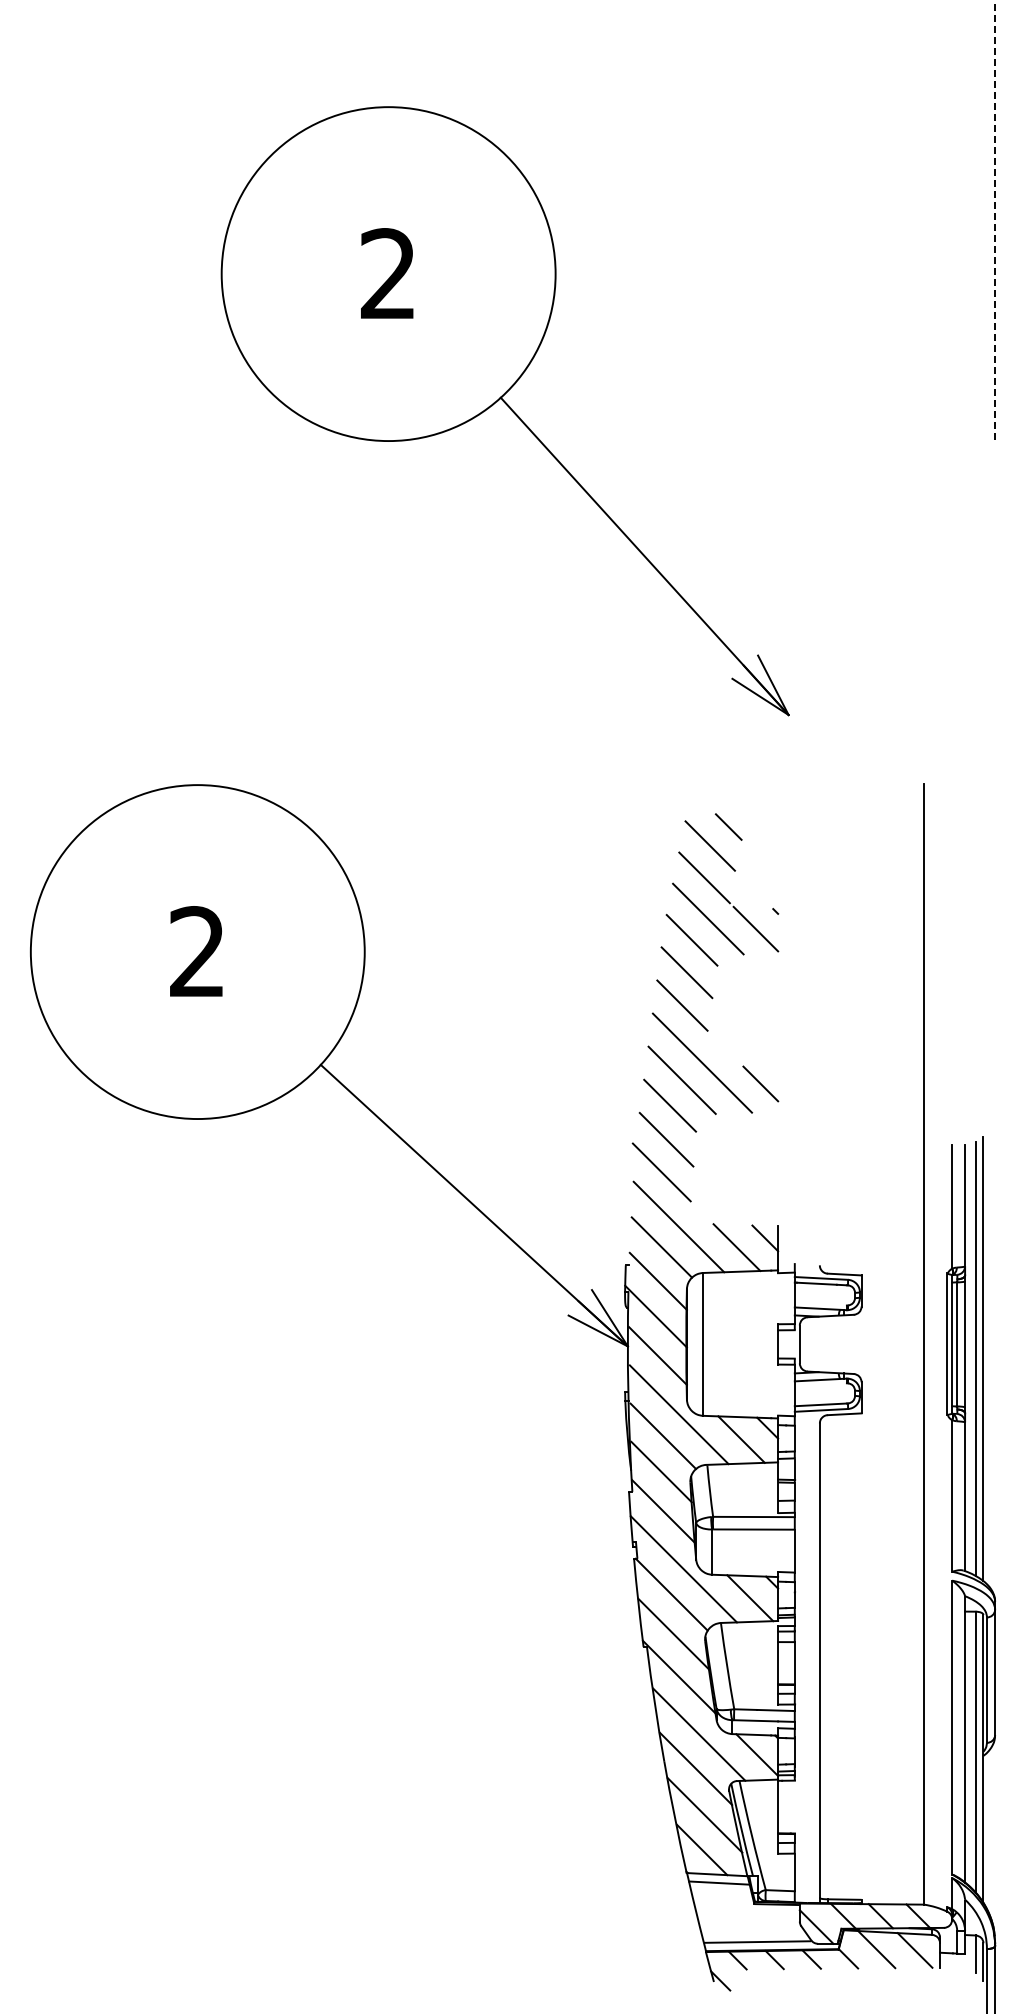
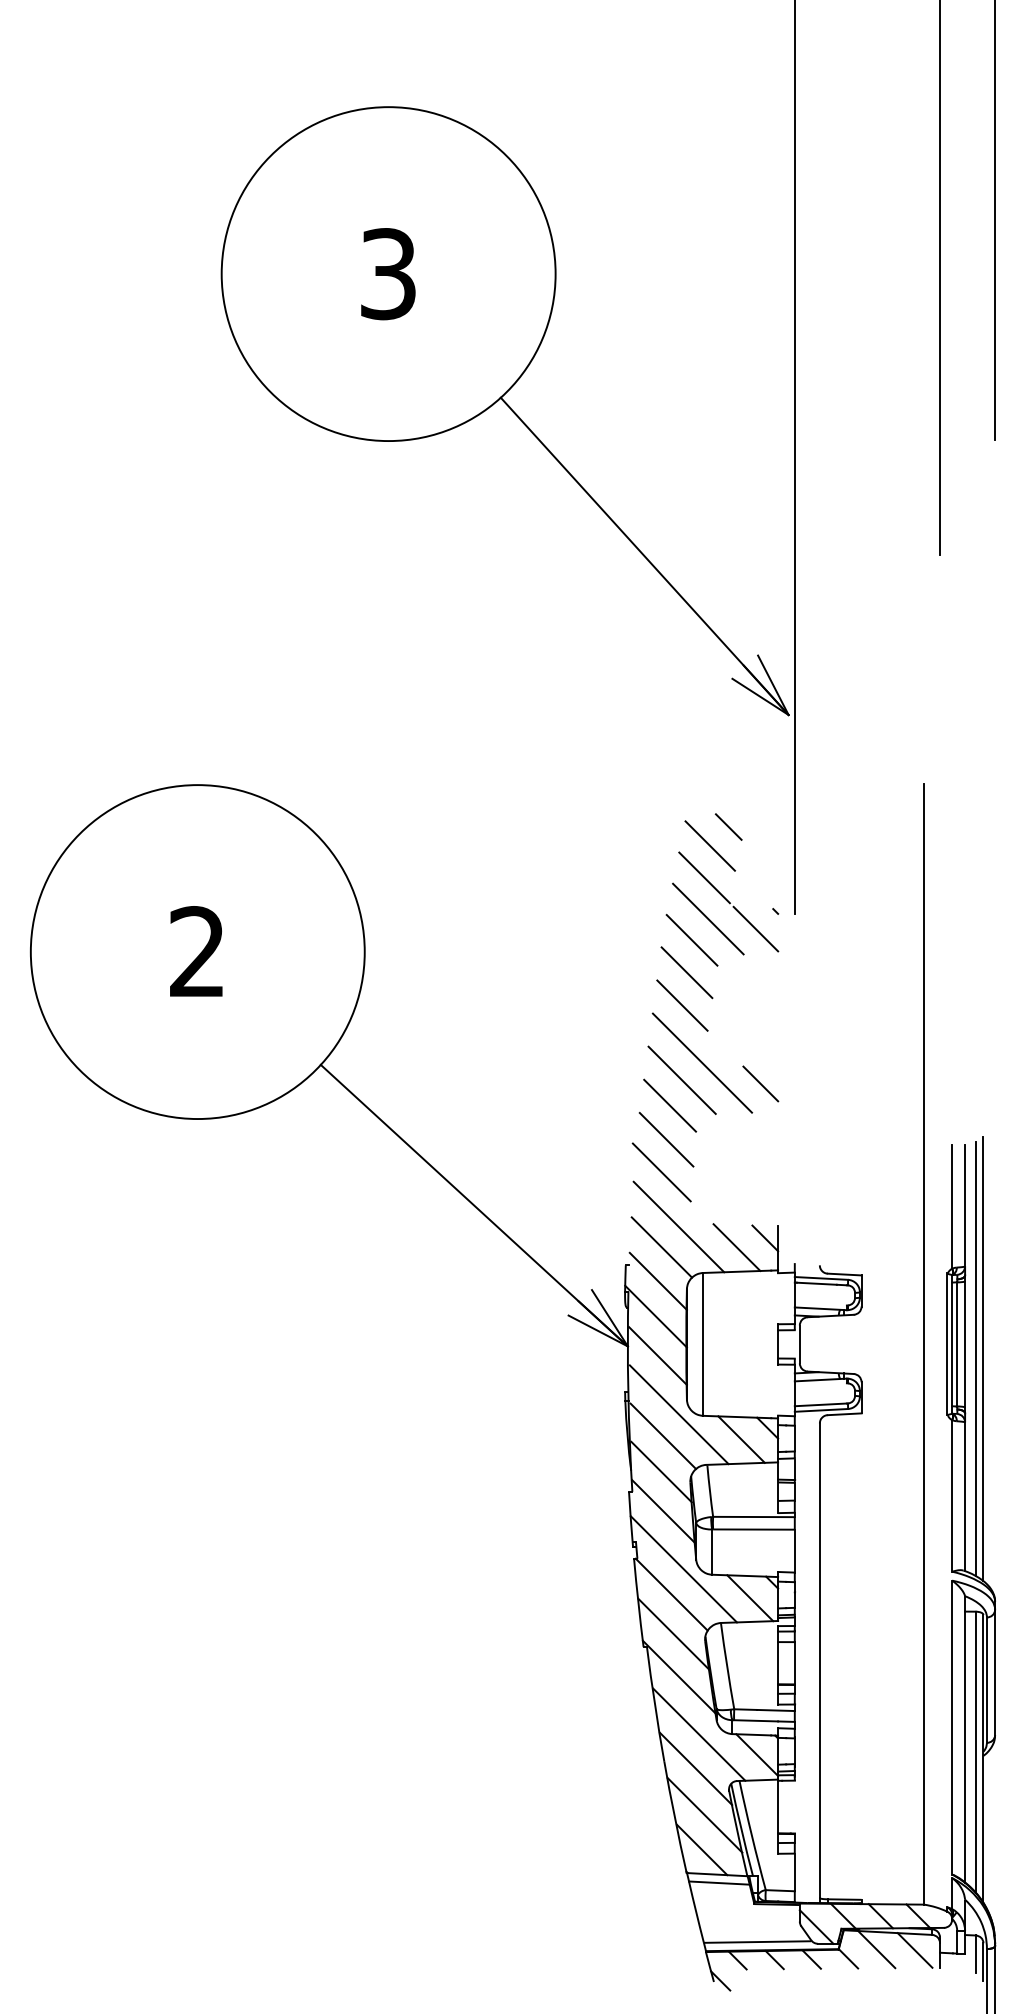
line at (995, 220): dashed -> solid
text at (388, 274): 2 -> 3
line at (940, 278): none -> present
line at (794, 458): none -> present
